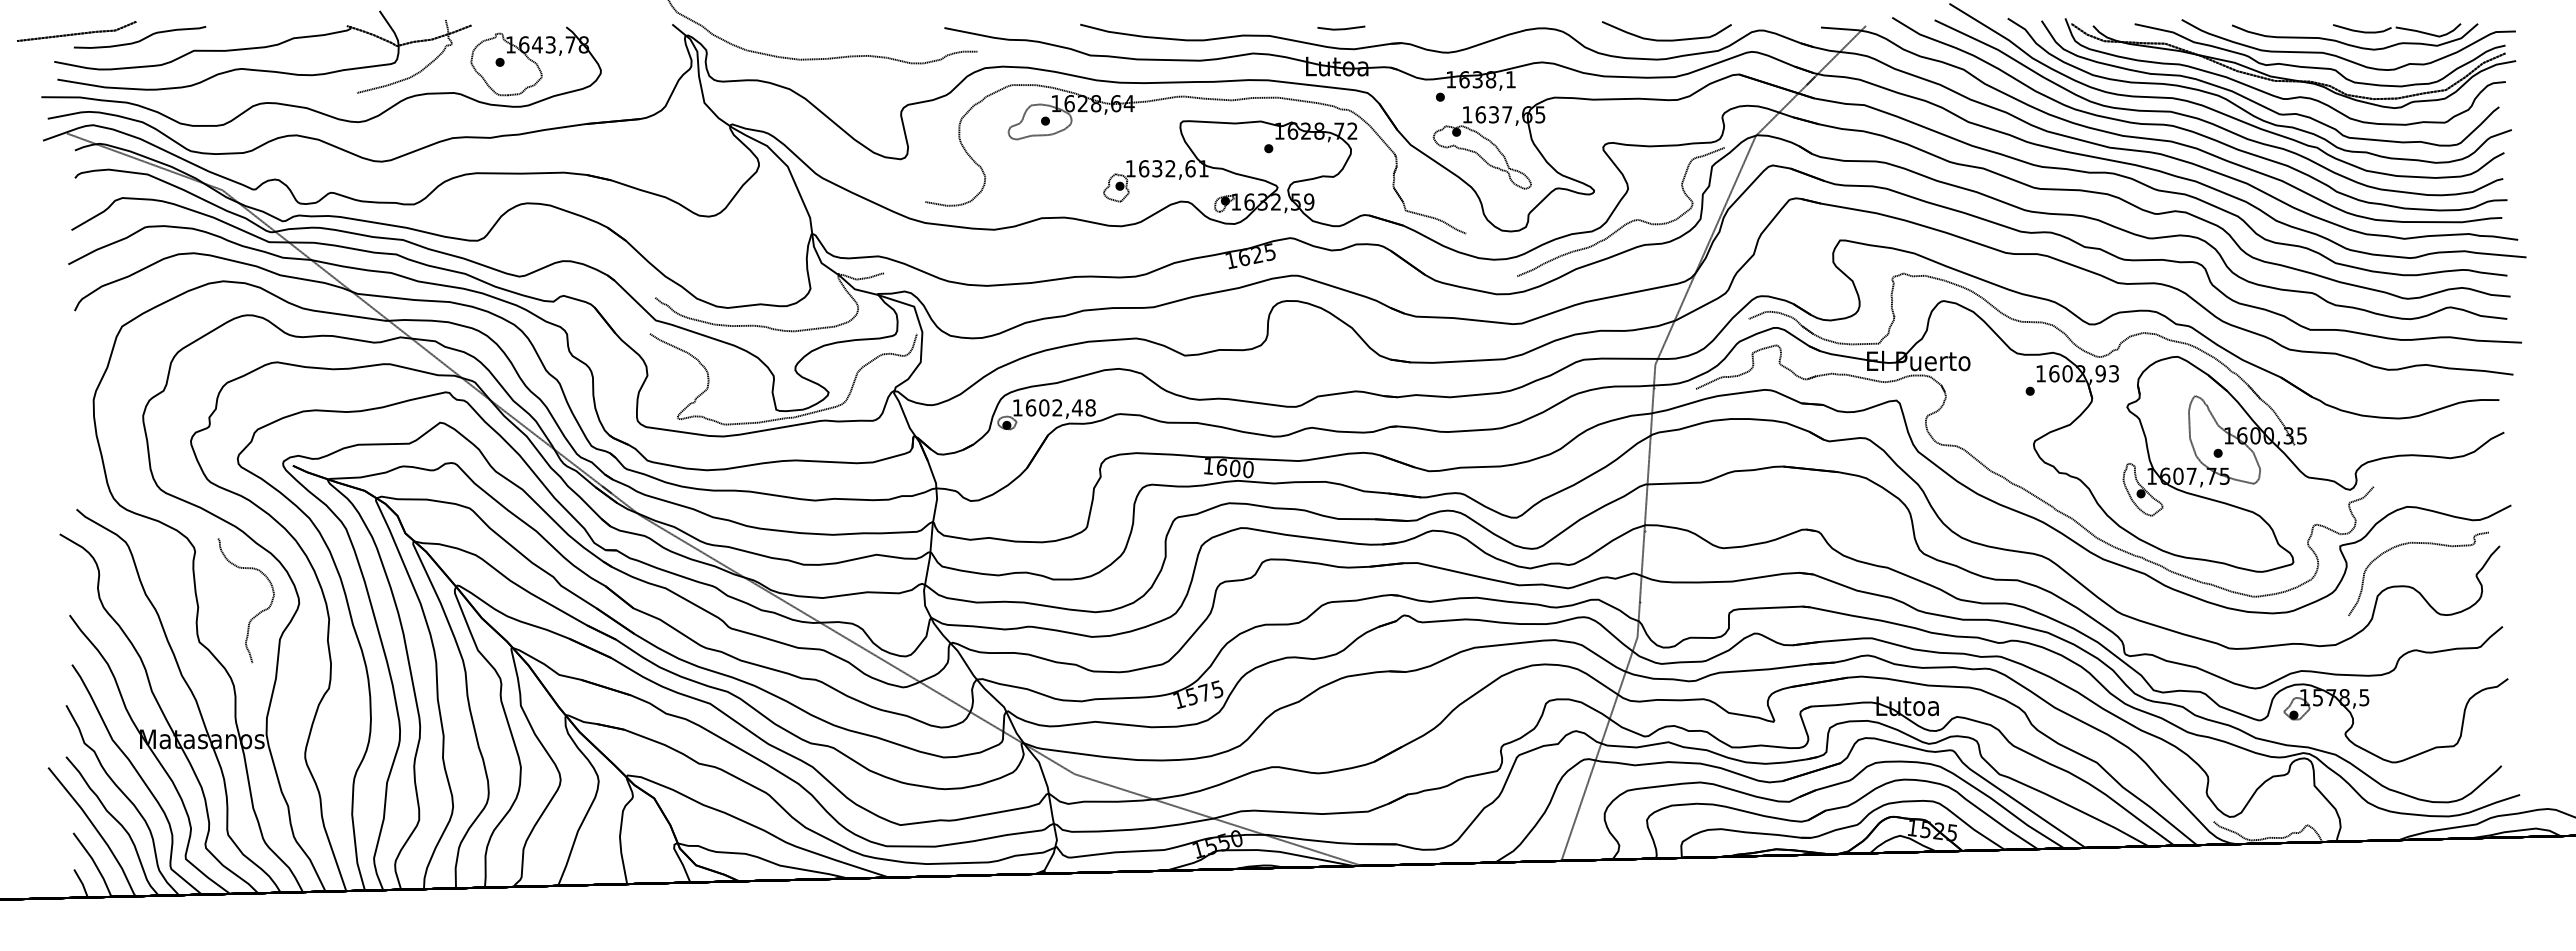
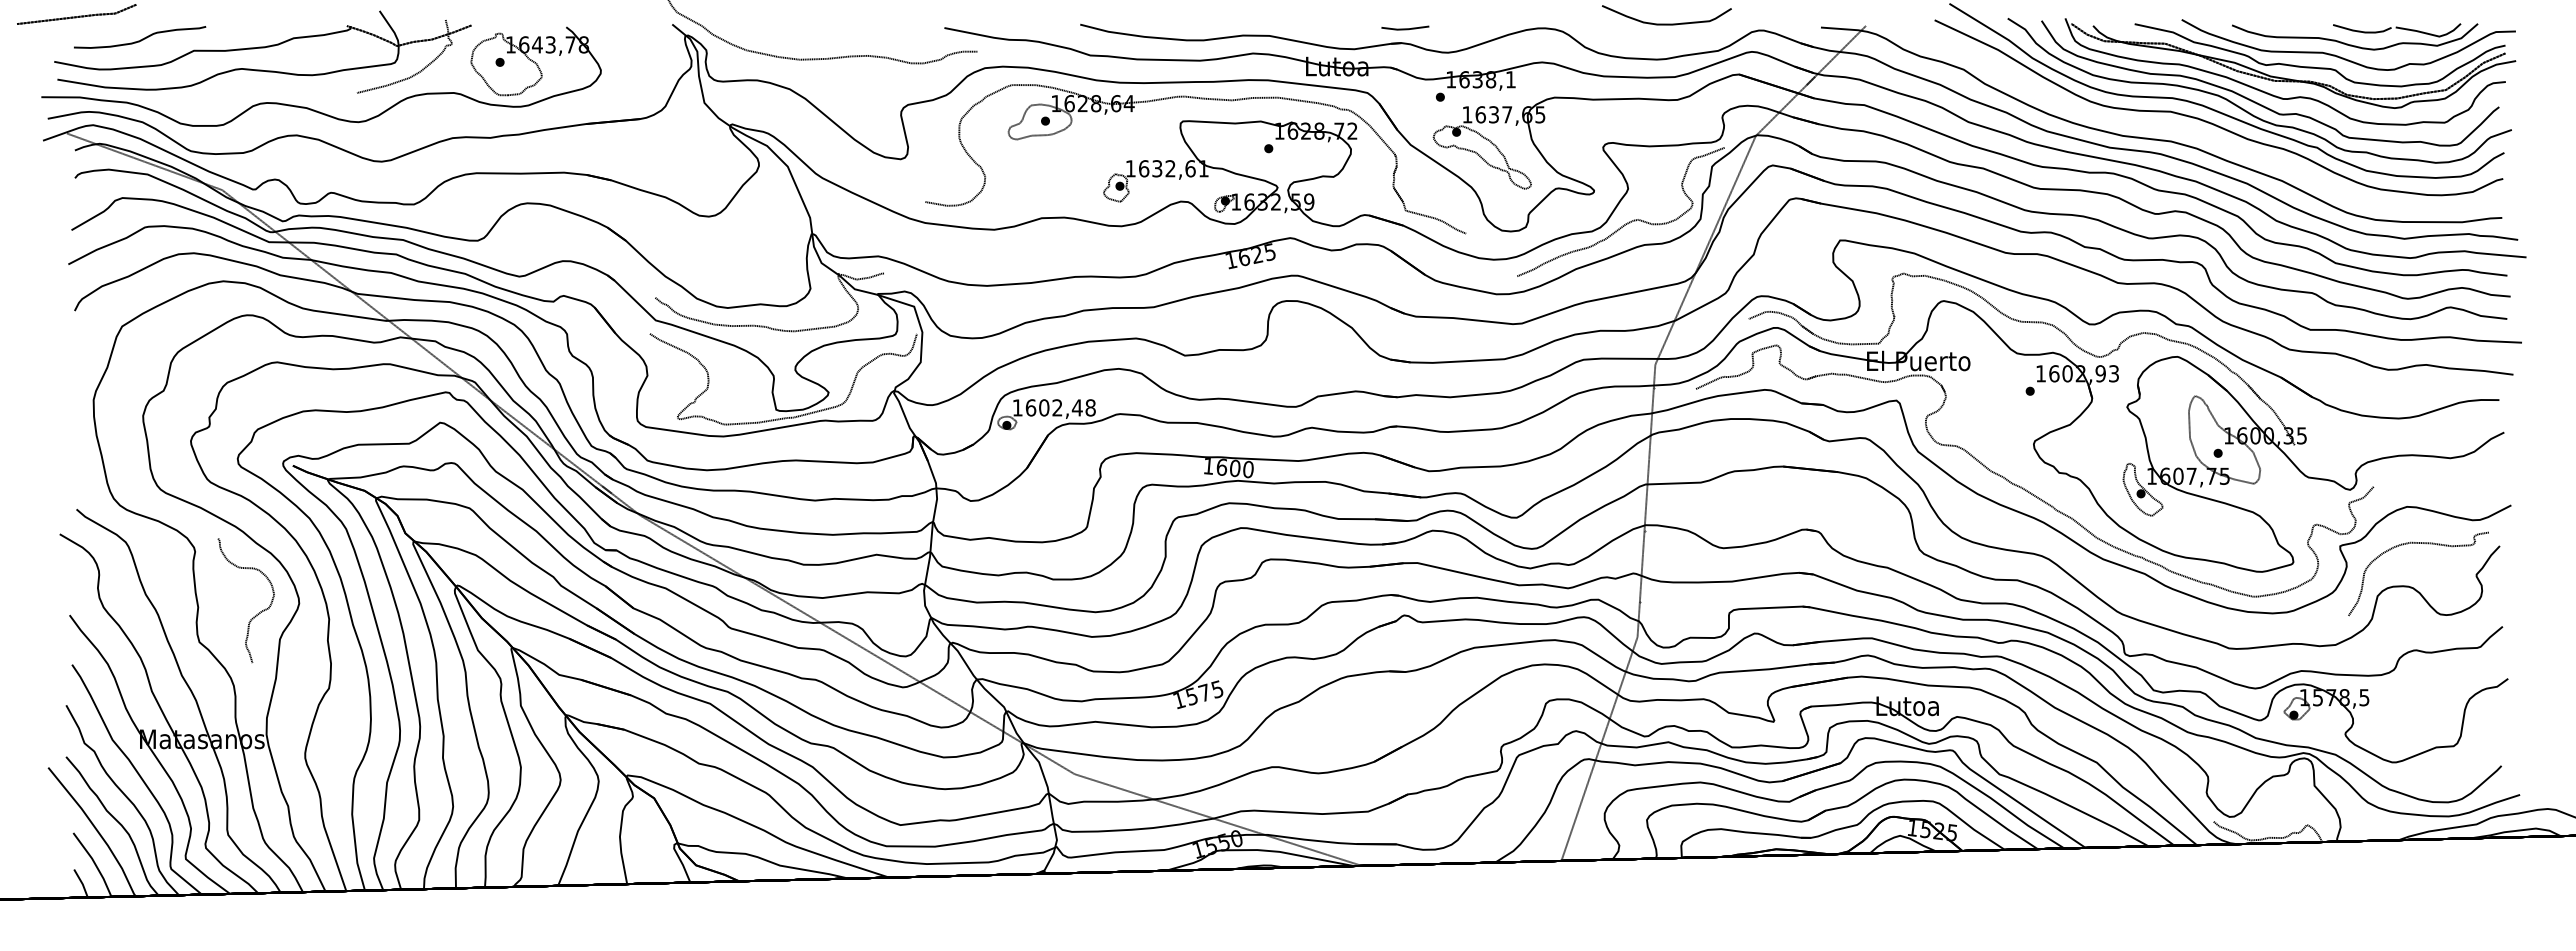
line at (1341, 28) position: (1341, 28) -> (1405, 28)
part at (76, 31) position: (76, 31) -> (76, 14)
curve at (1666, 39) position: (1666, 39) -> (1666, 23)
curve at (2192, 130): present -> none
